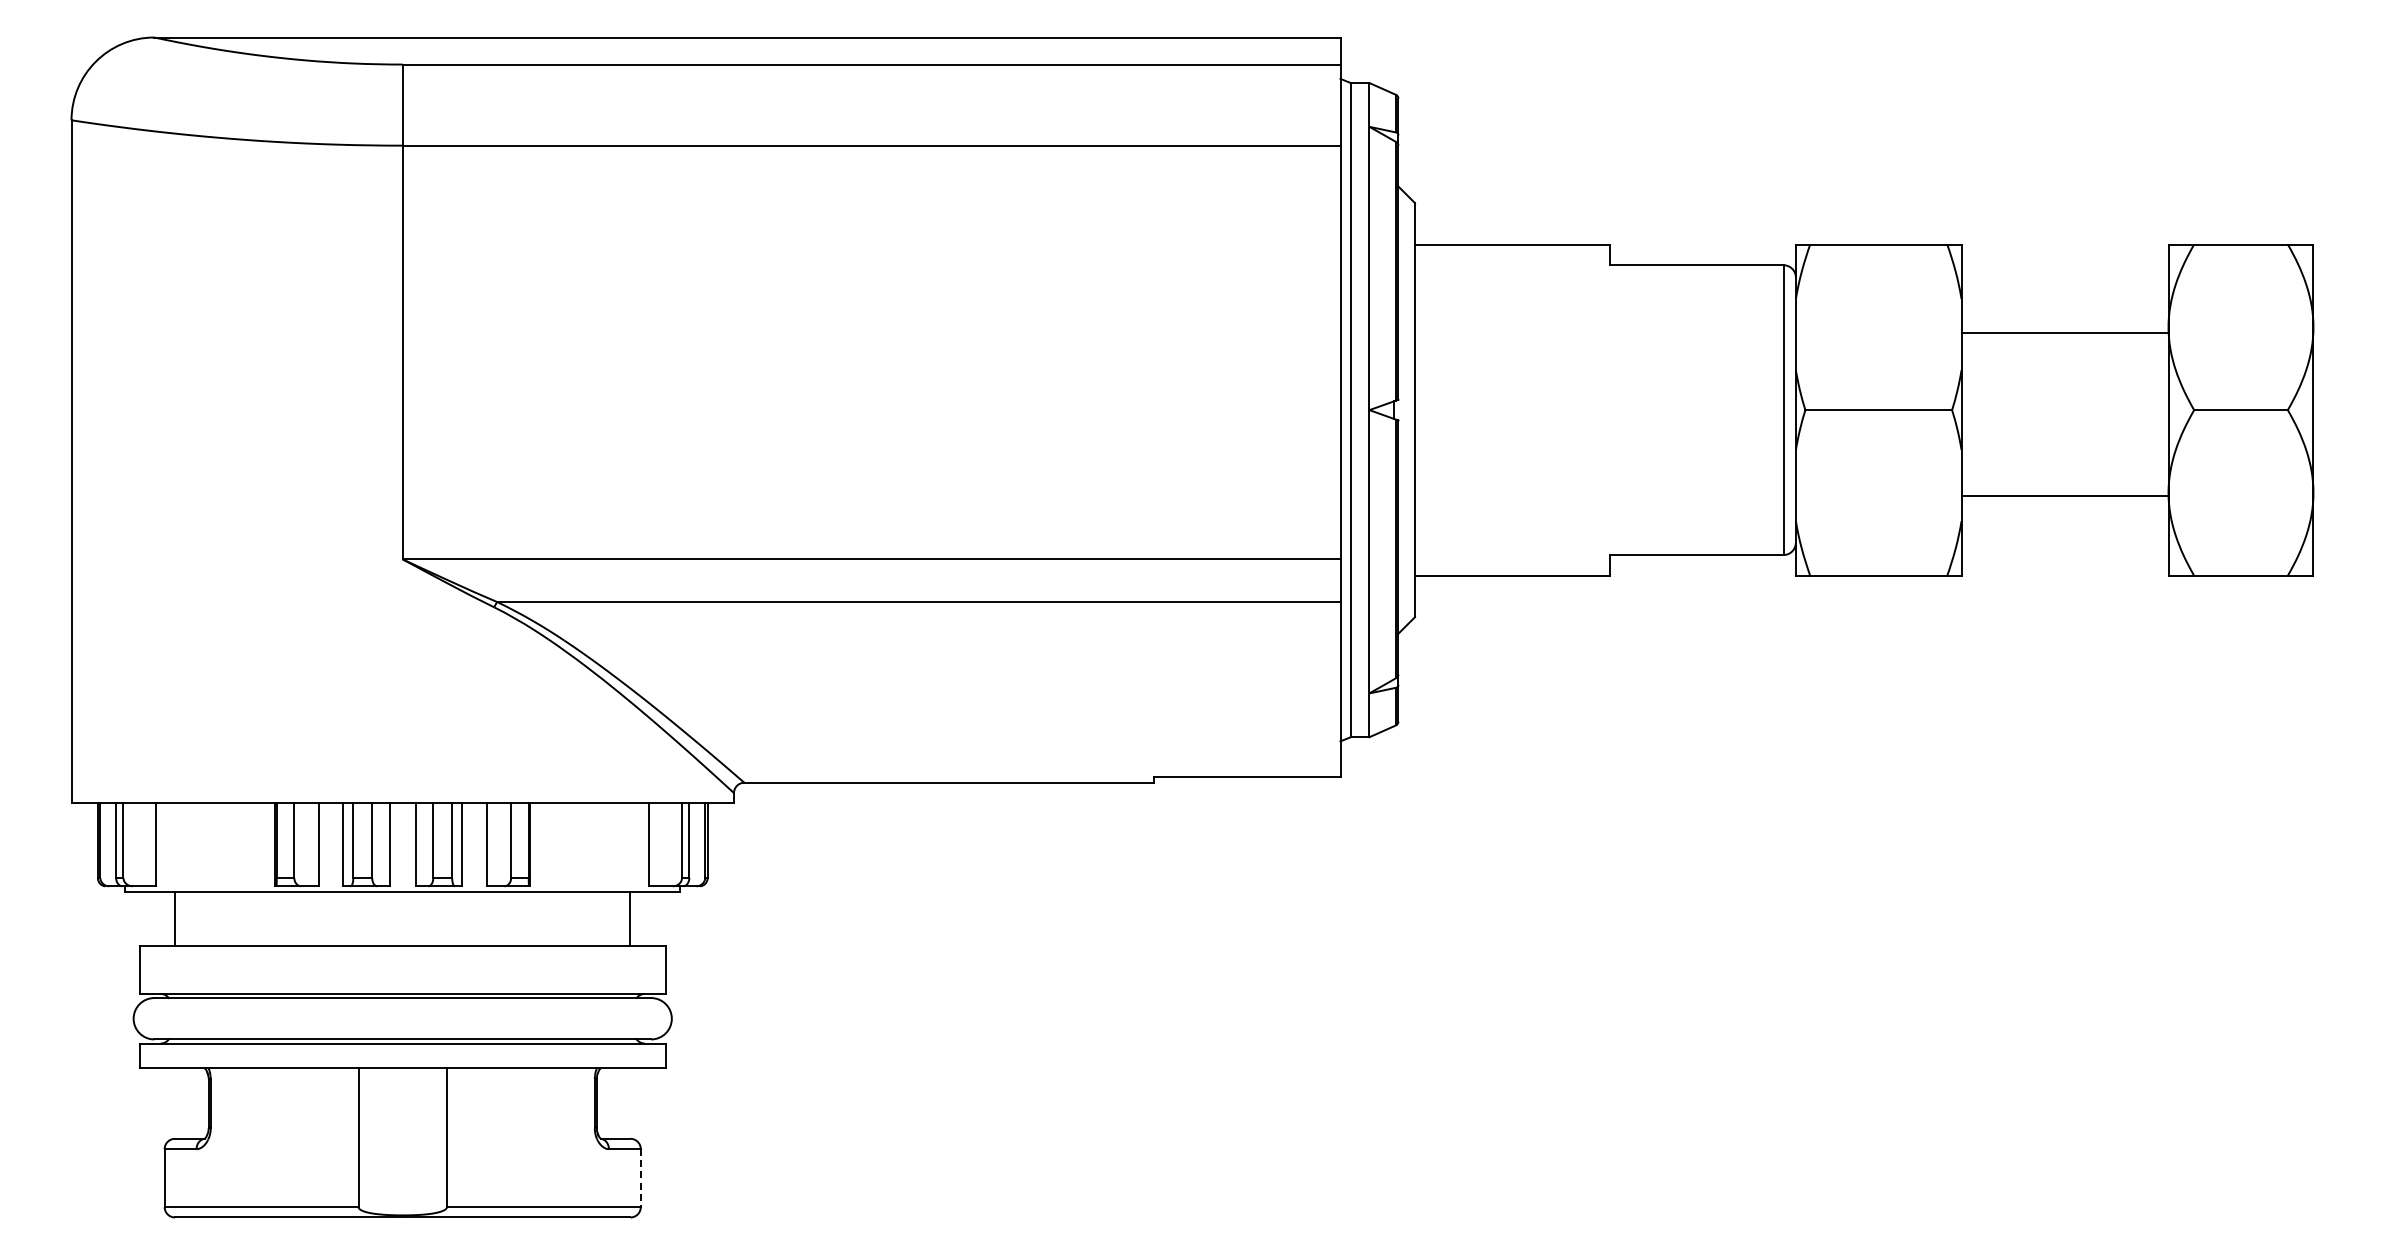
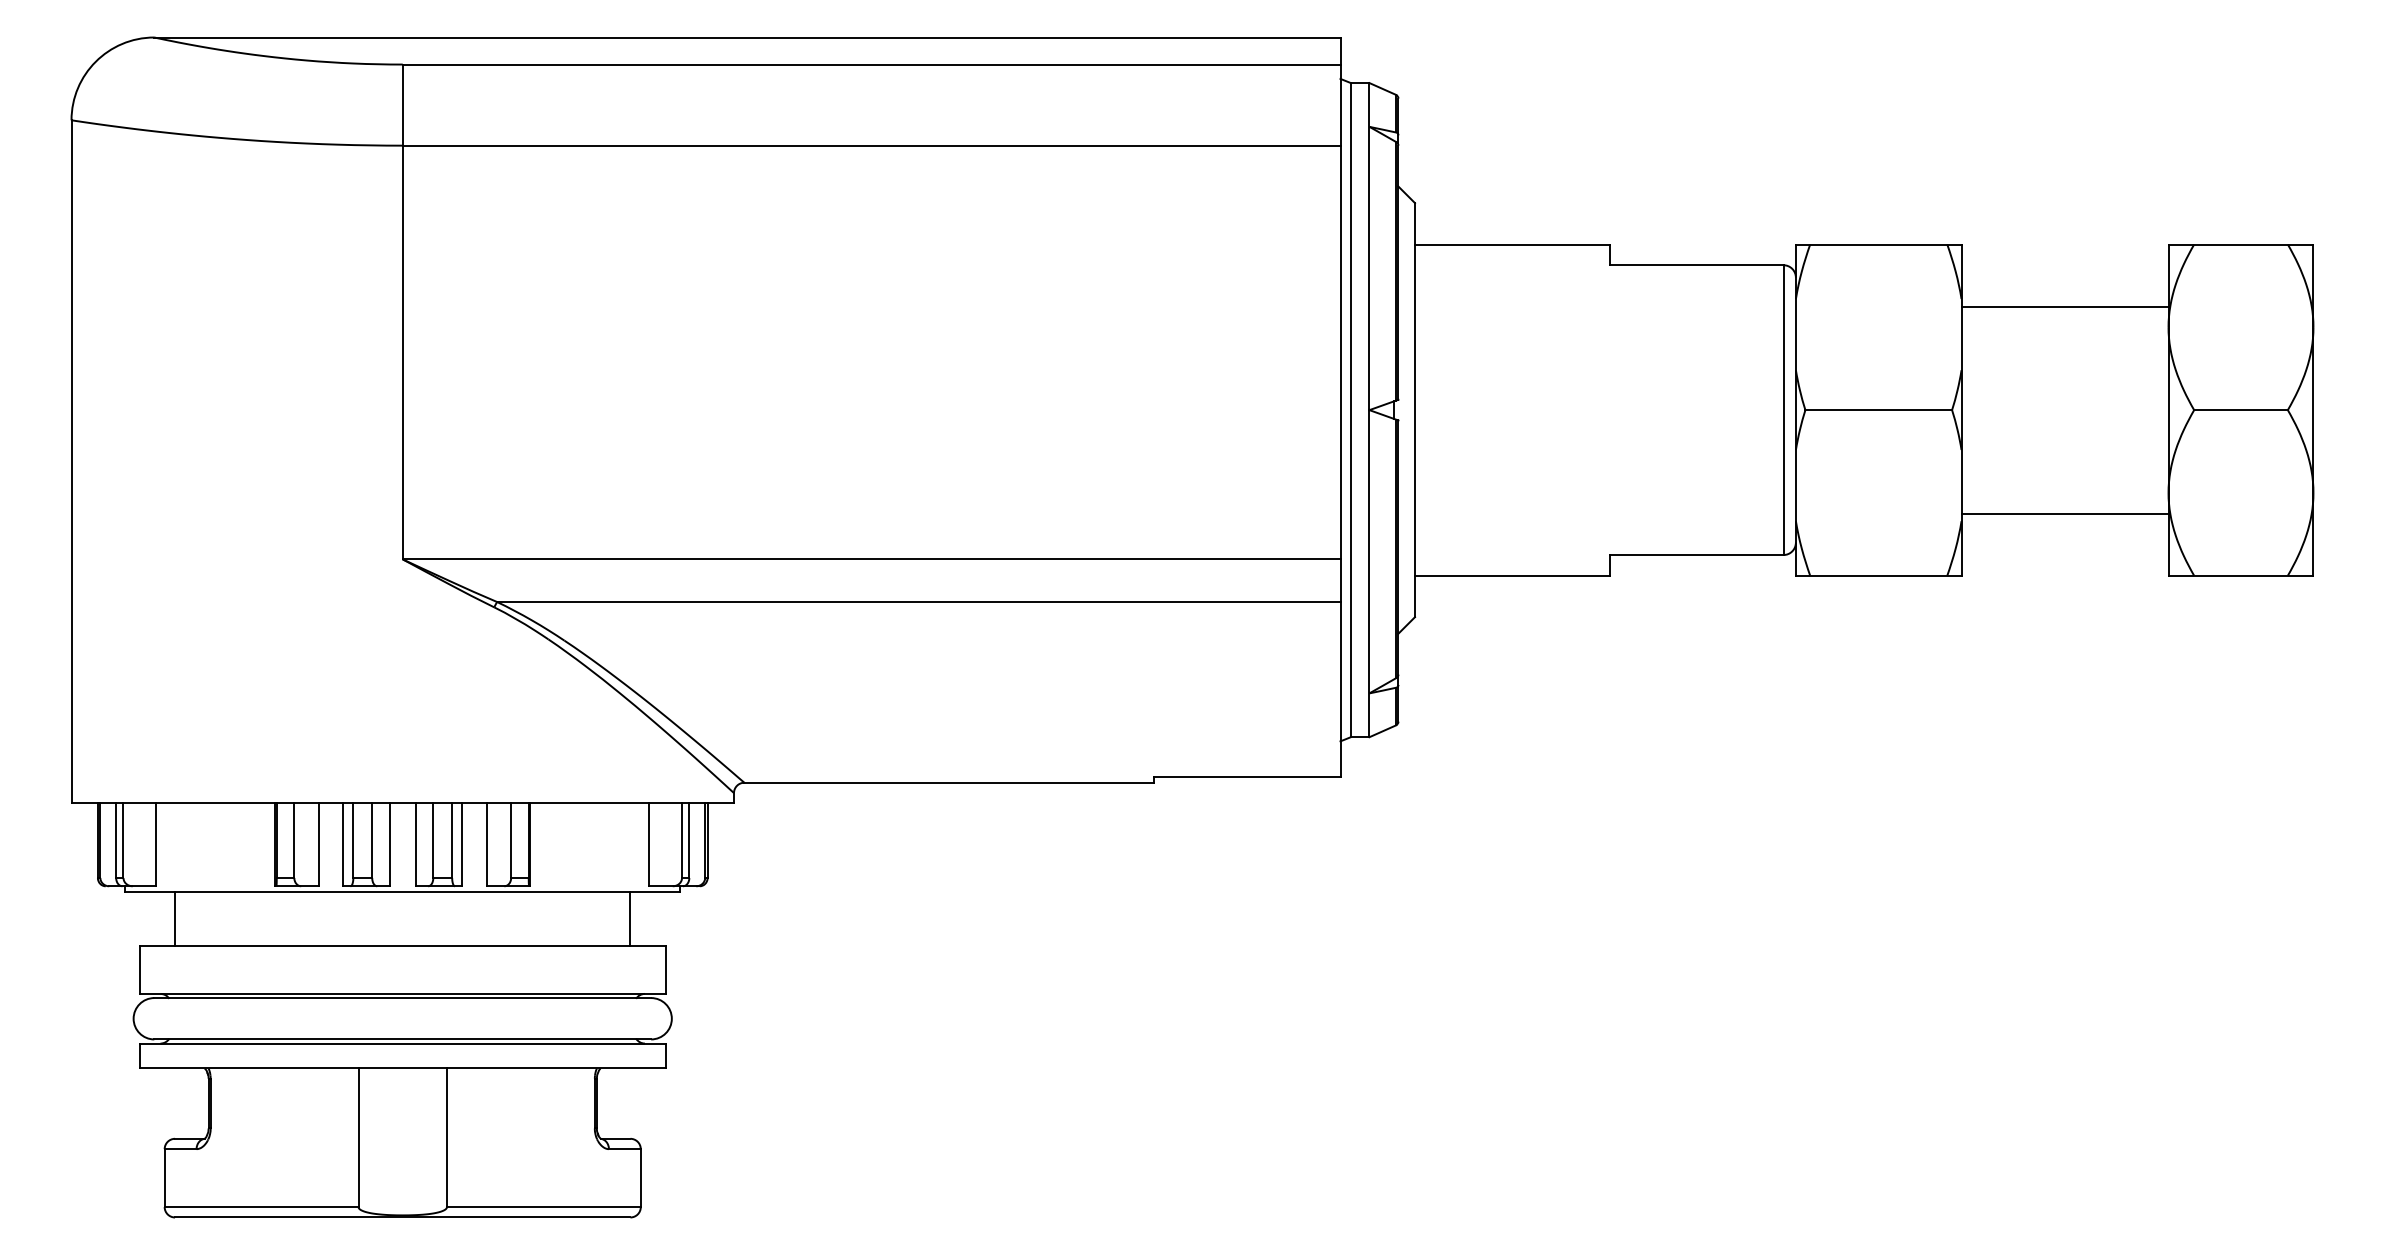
line at (2064, 332) position: (2064, 332) -> (2064, 306)
line at (2064, 495) position: (2064, 495) -> (2064, 513)
line at (640, 1178): dashed -> solid
